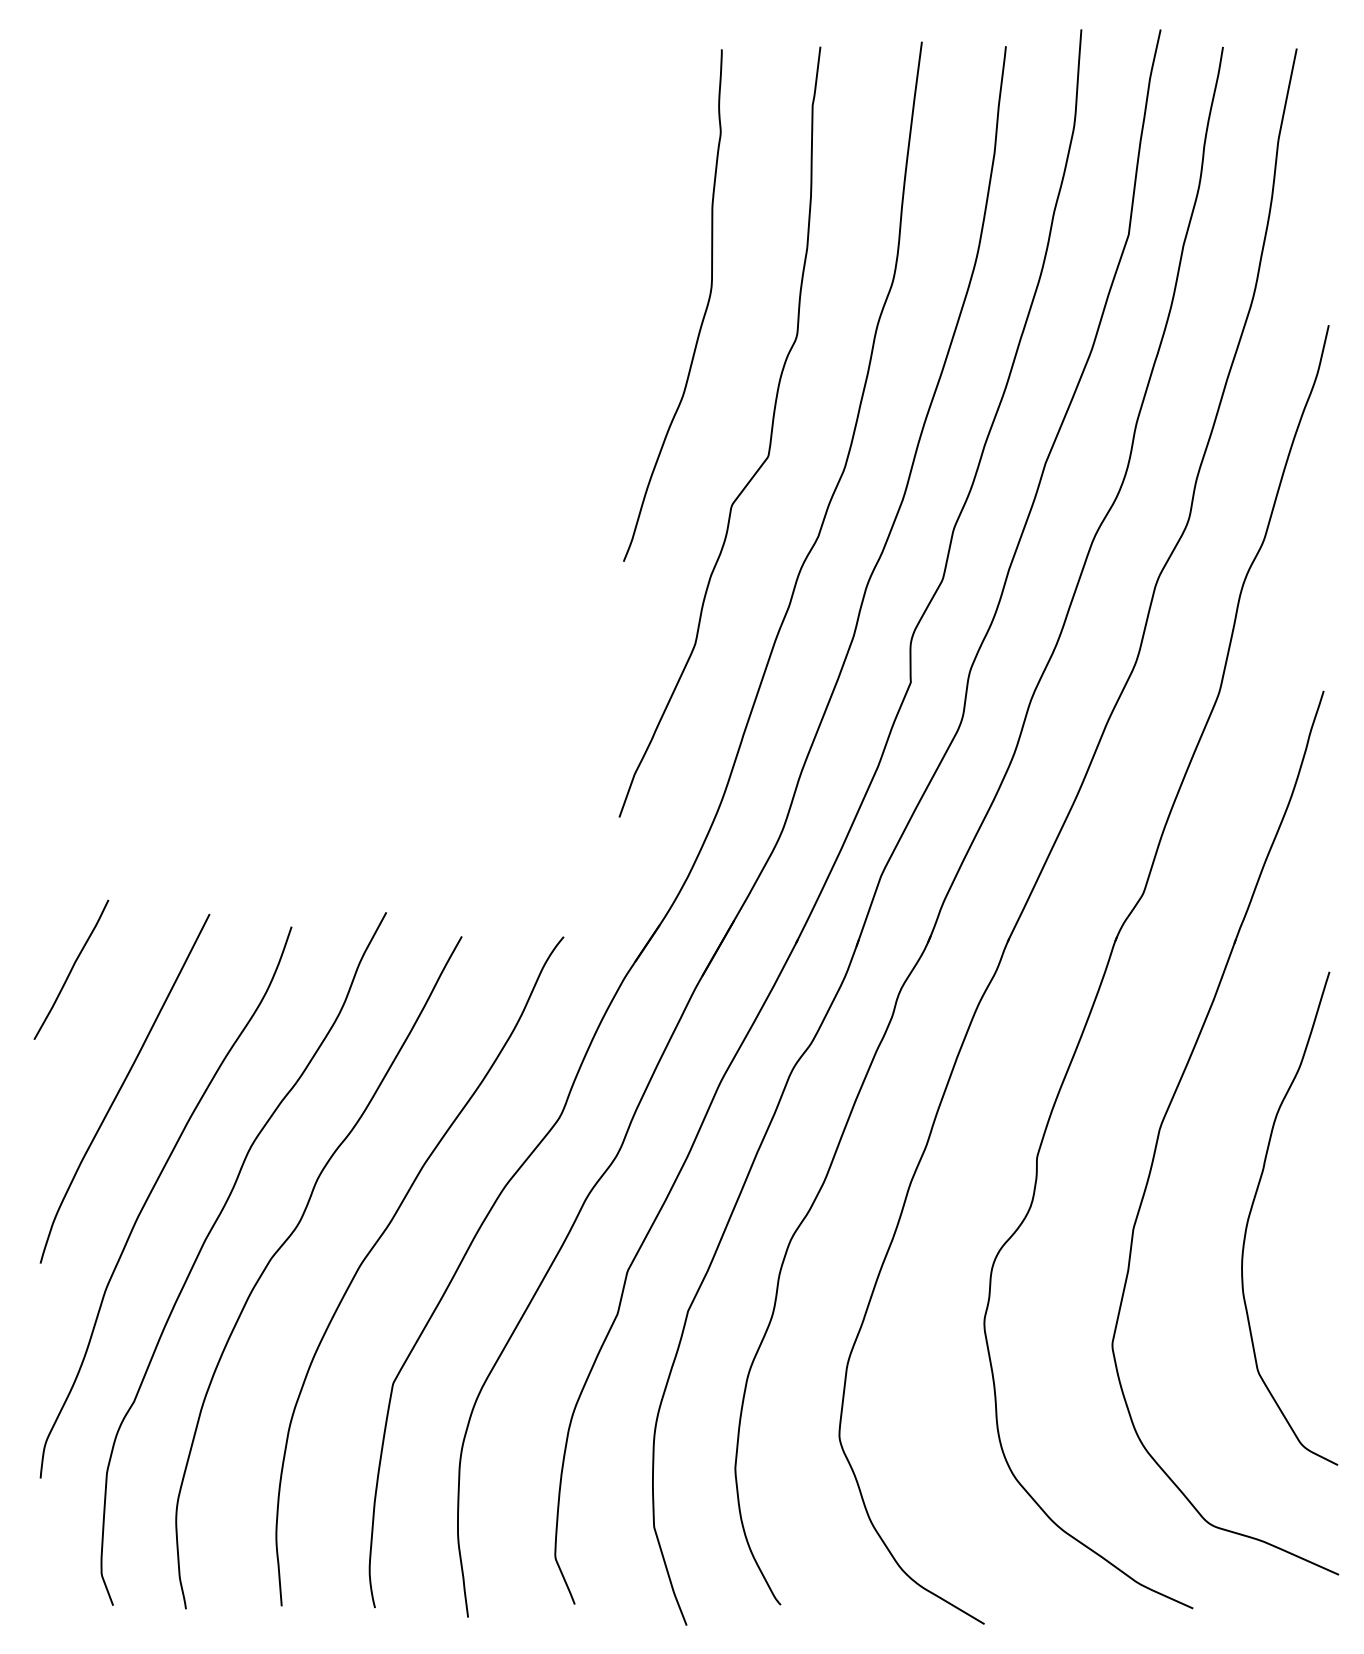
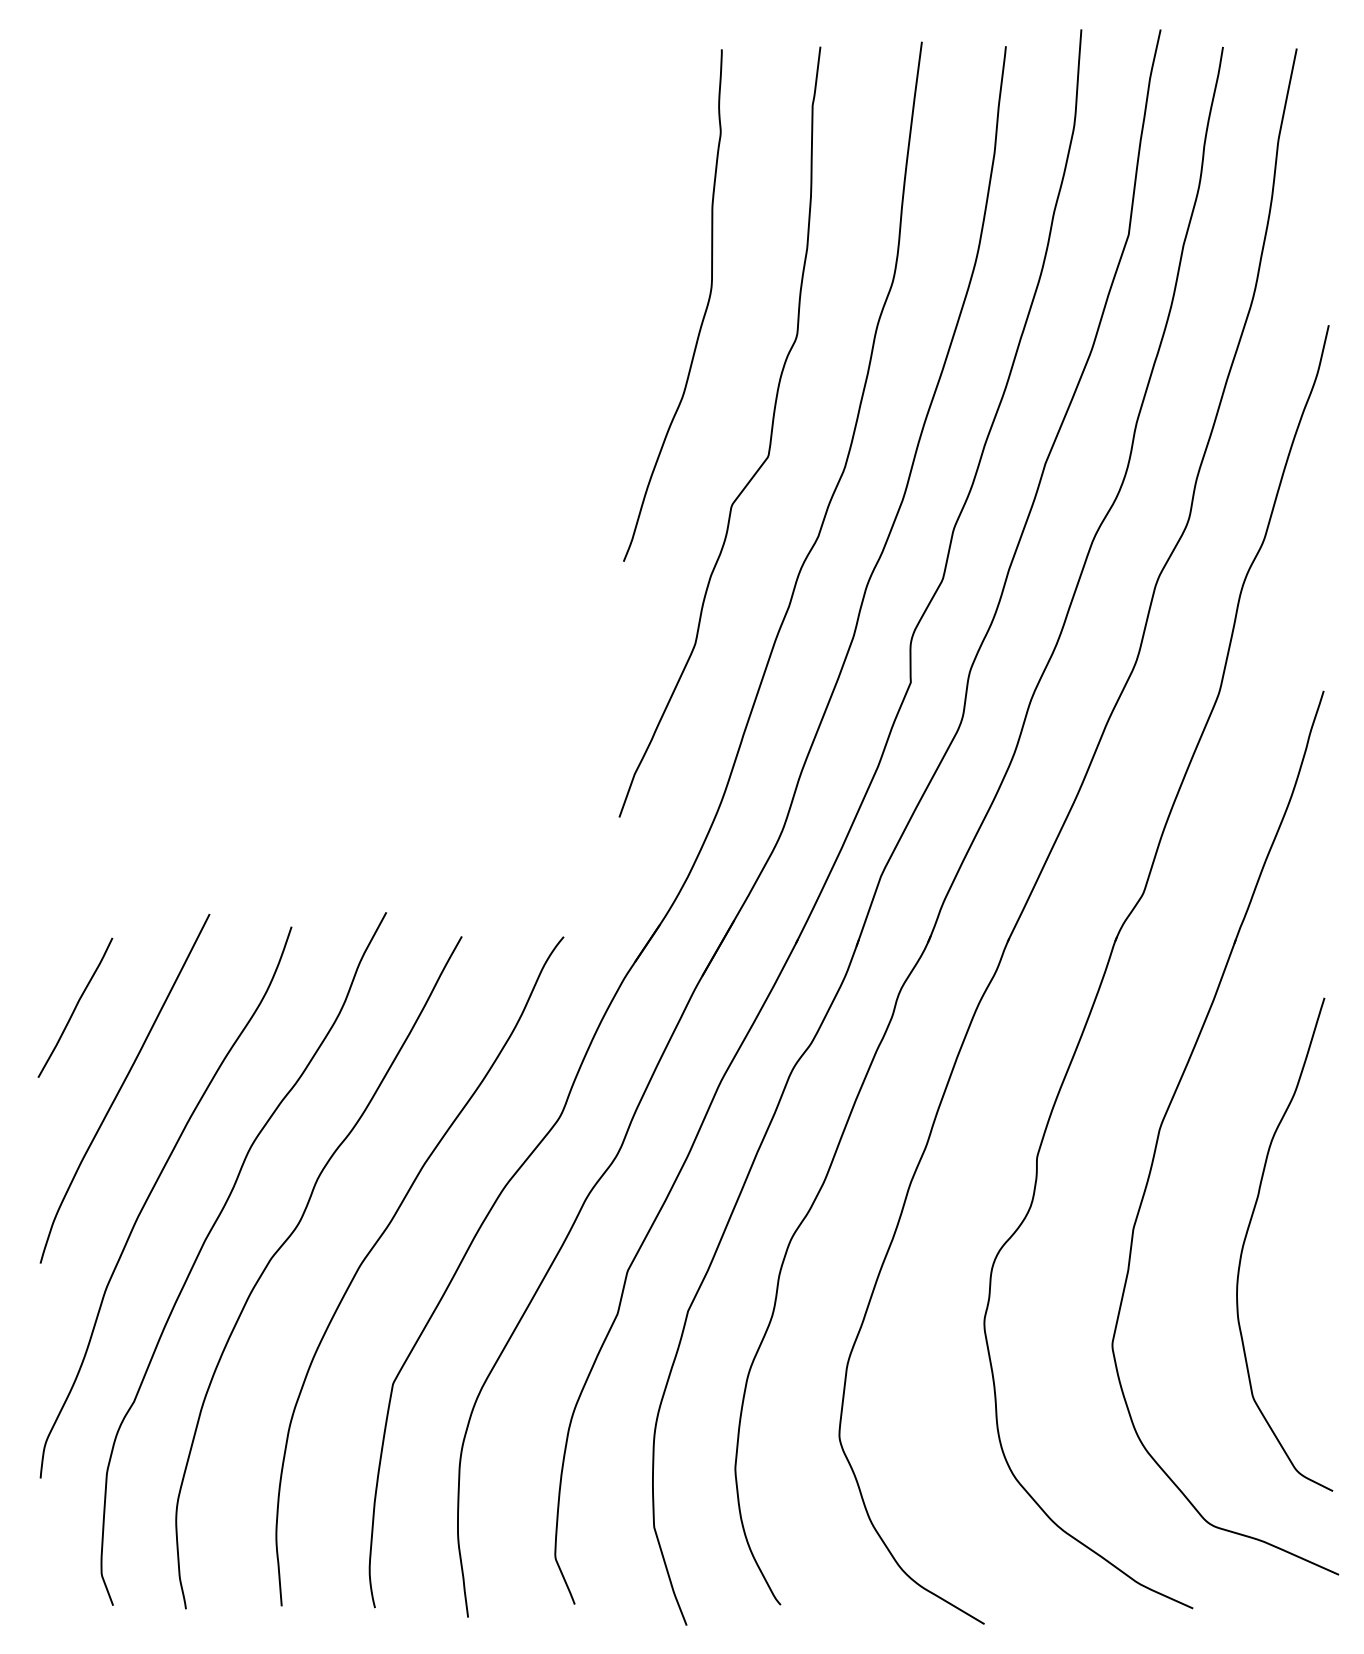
curve at (71, 969) position: (71, 969) -> (75, 1007)
curve at (1253, 1205) position: (1253, 1205) -> (1248, 1231)
